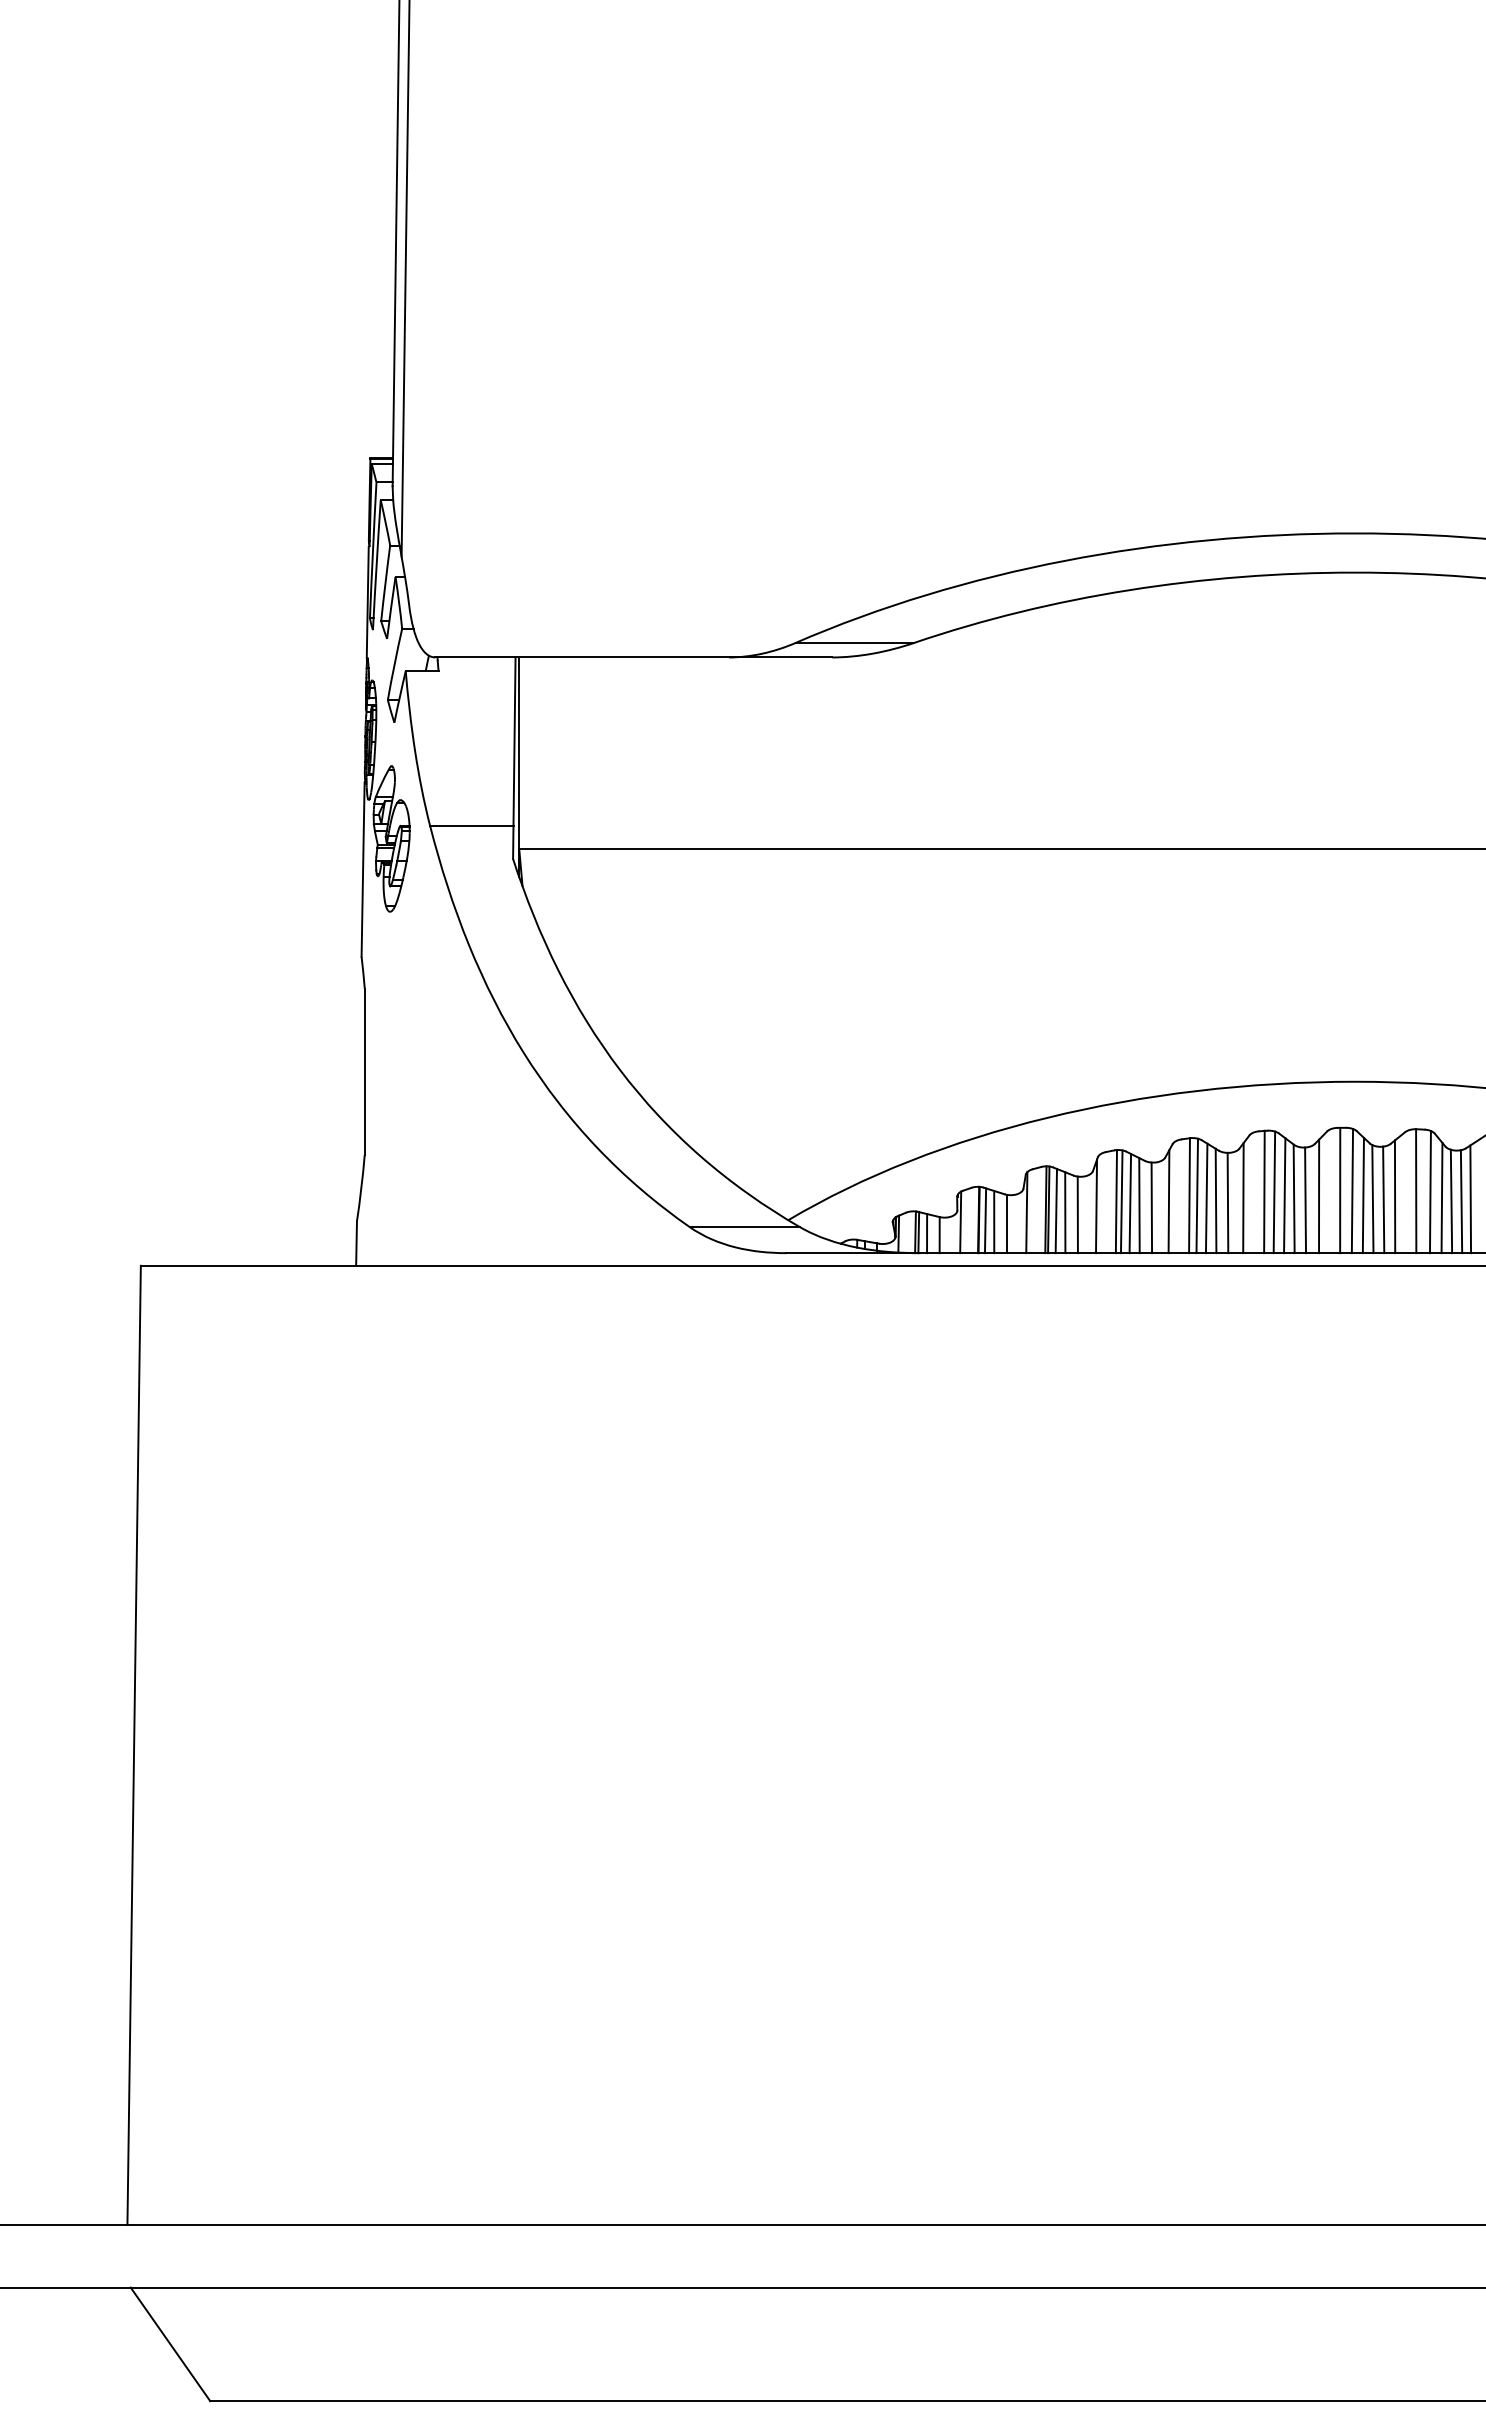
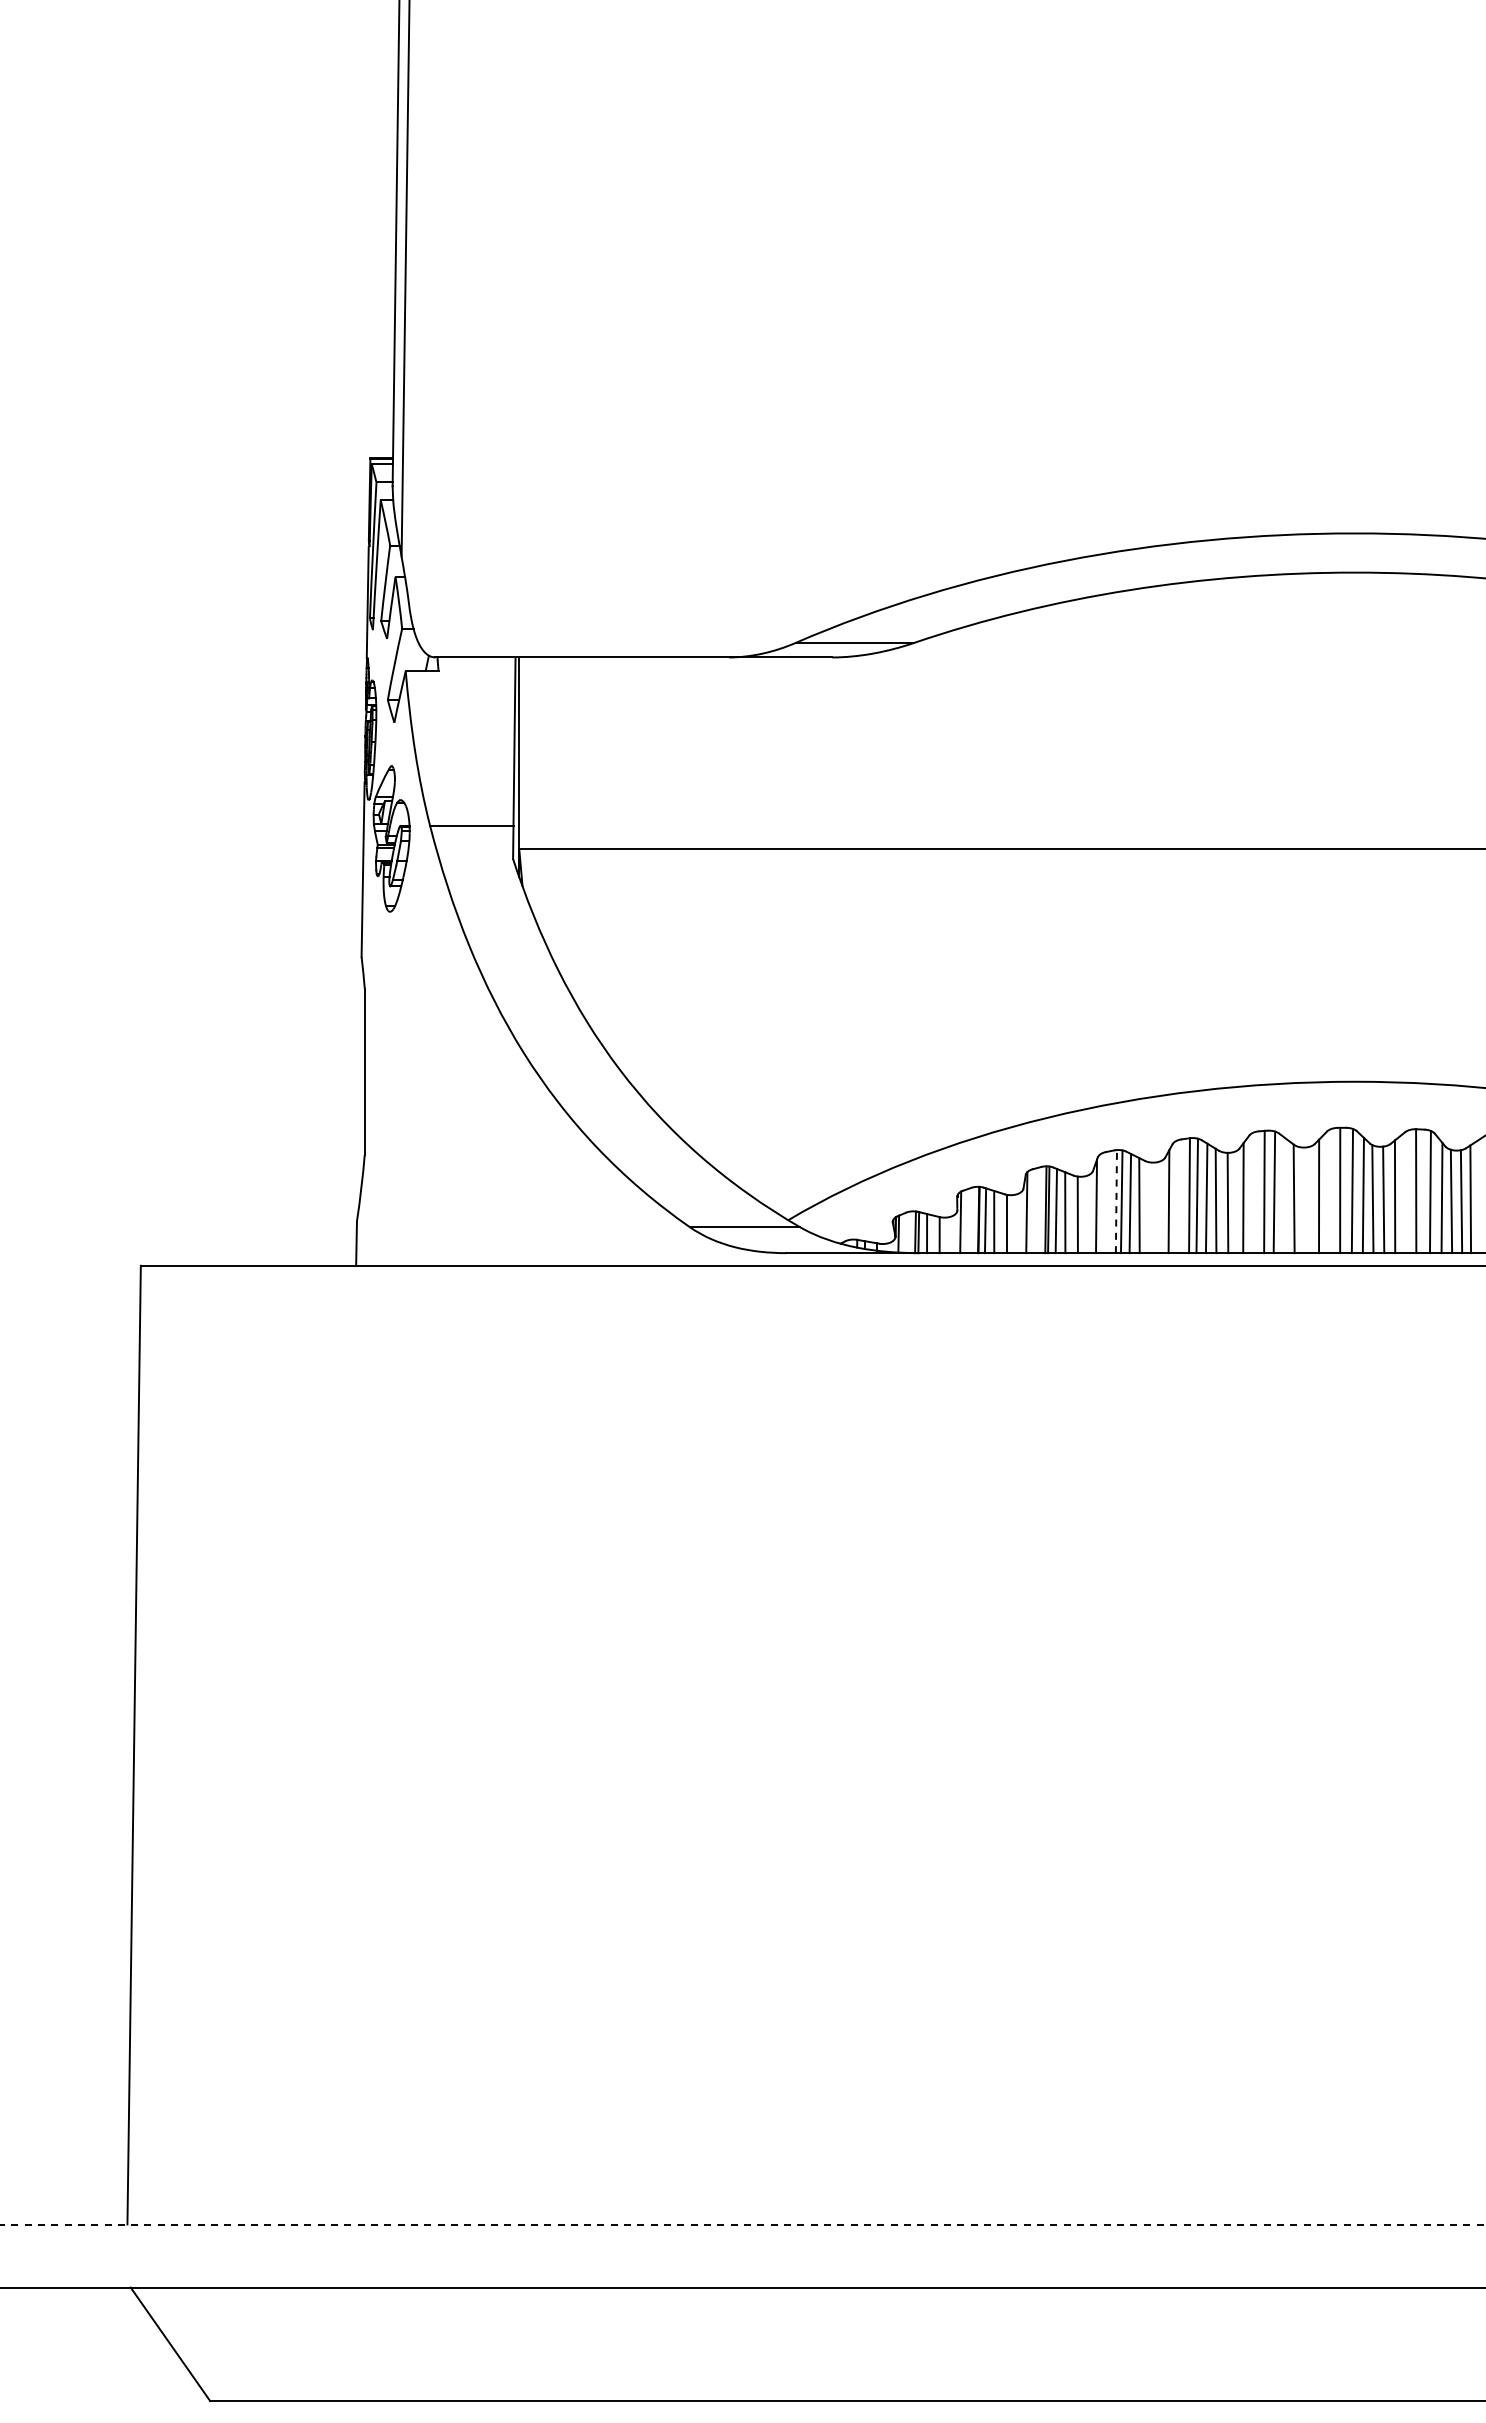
line at (1284, 1195): present -> none
line at (1305, 1200): present -> none
line at (1116, 1201): solid -> dashed
line at (1151, 1207): present -> none
line at (743, 2224): solid -> dashed
